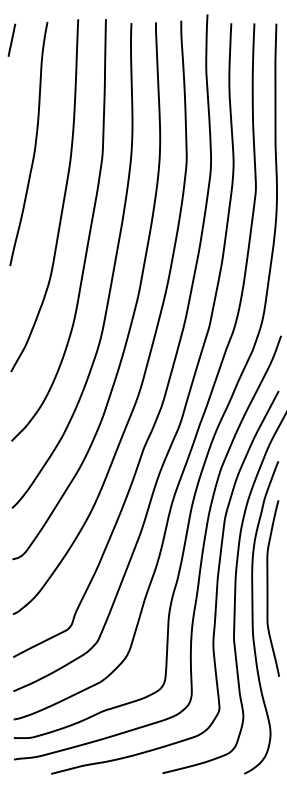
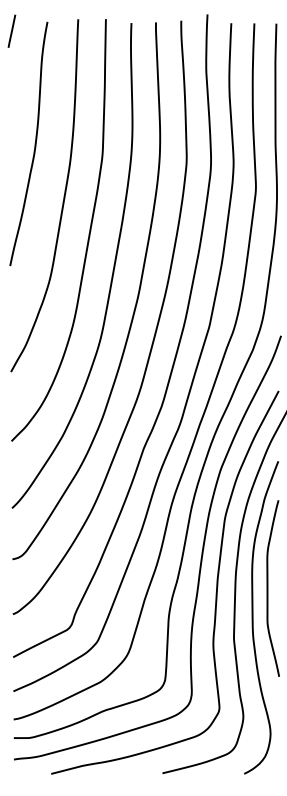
line at (11, 39) position: (11, 39) -> (11, 30)
